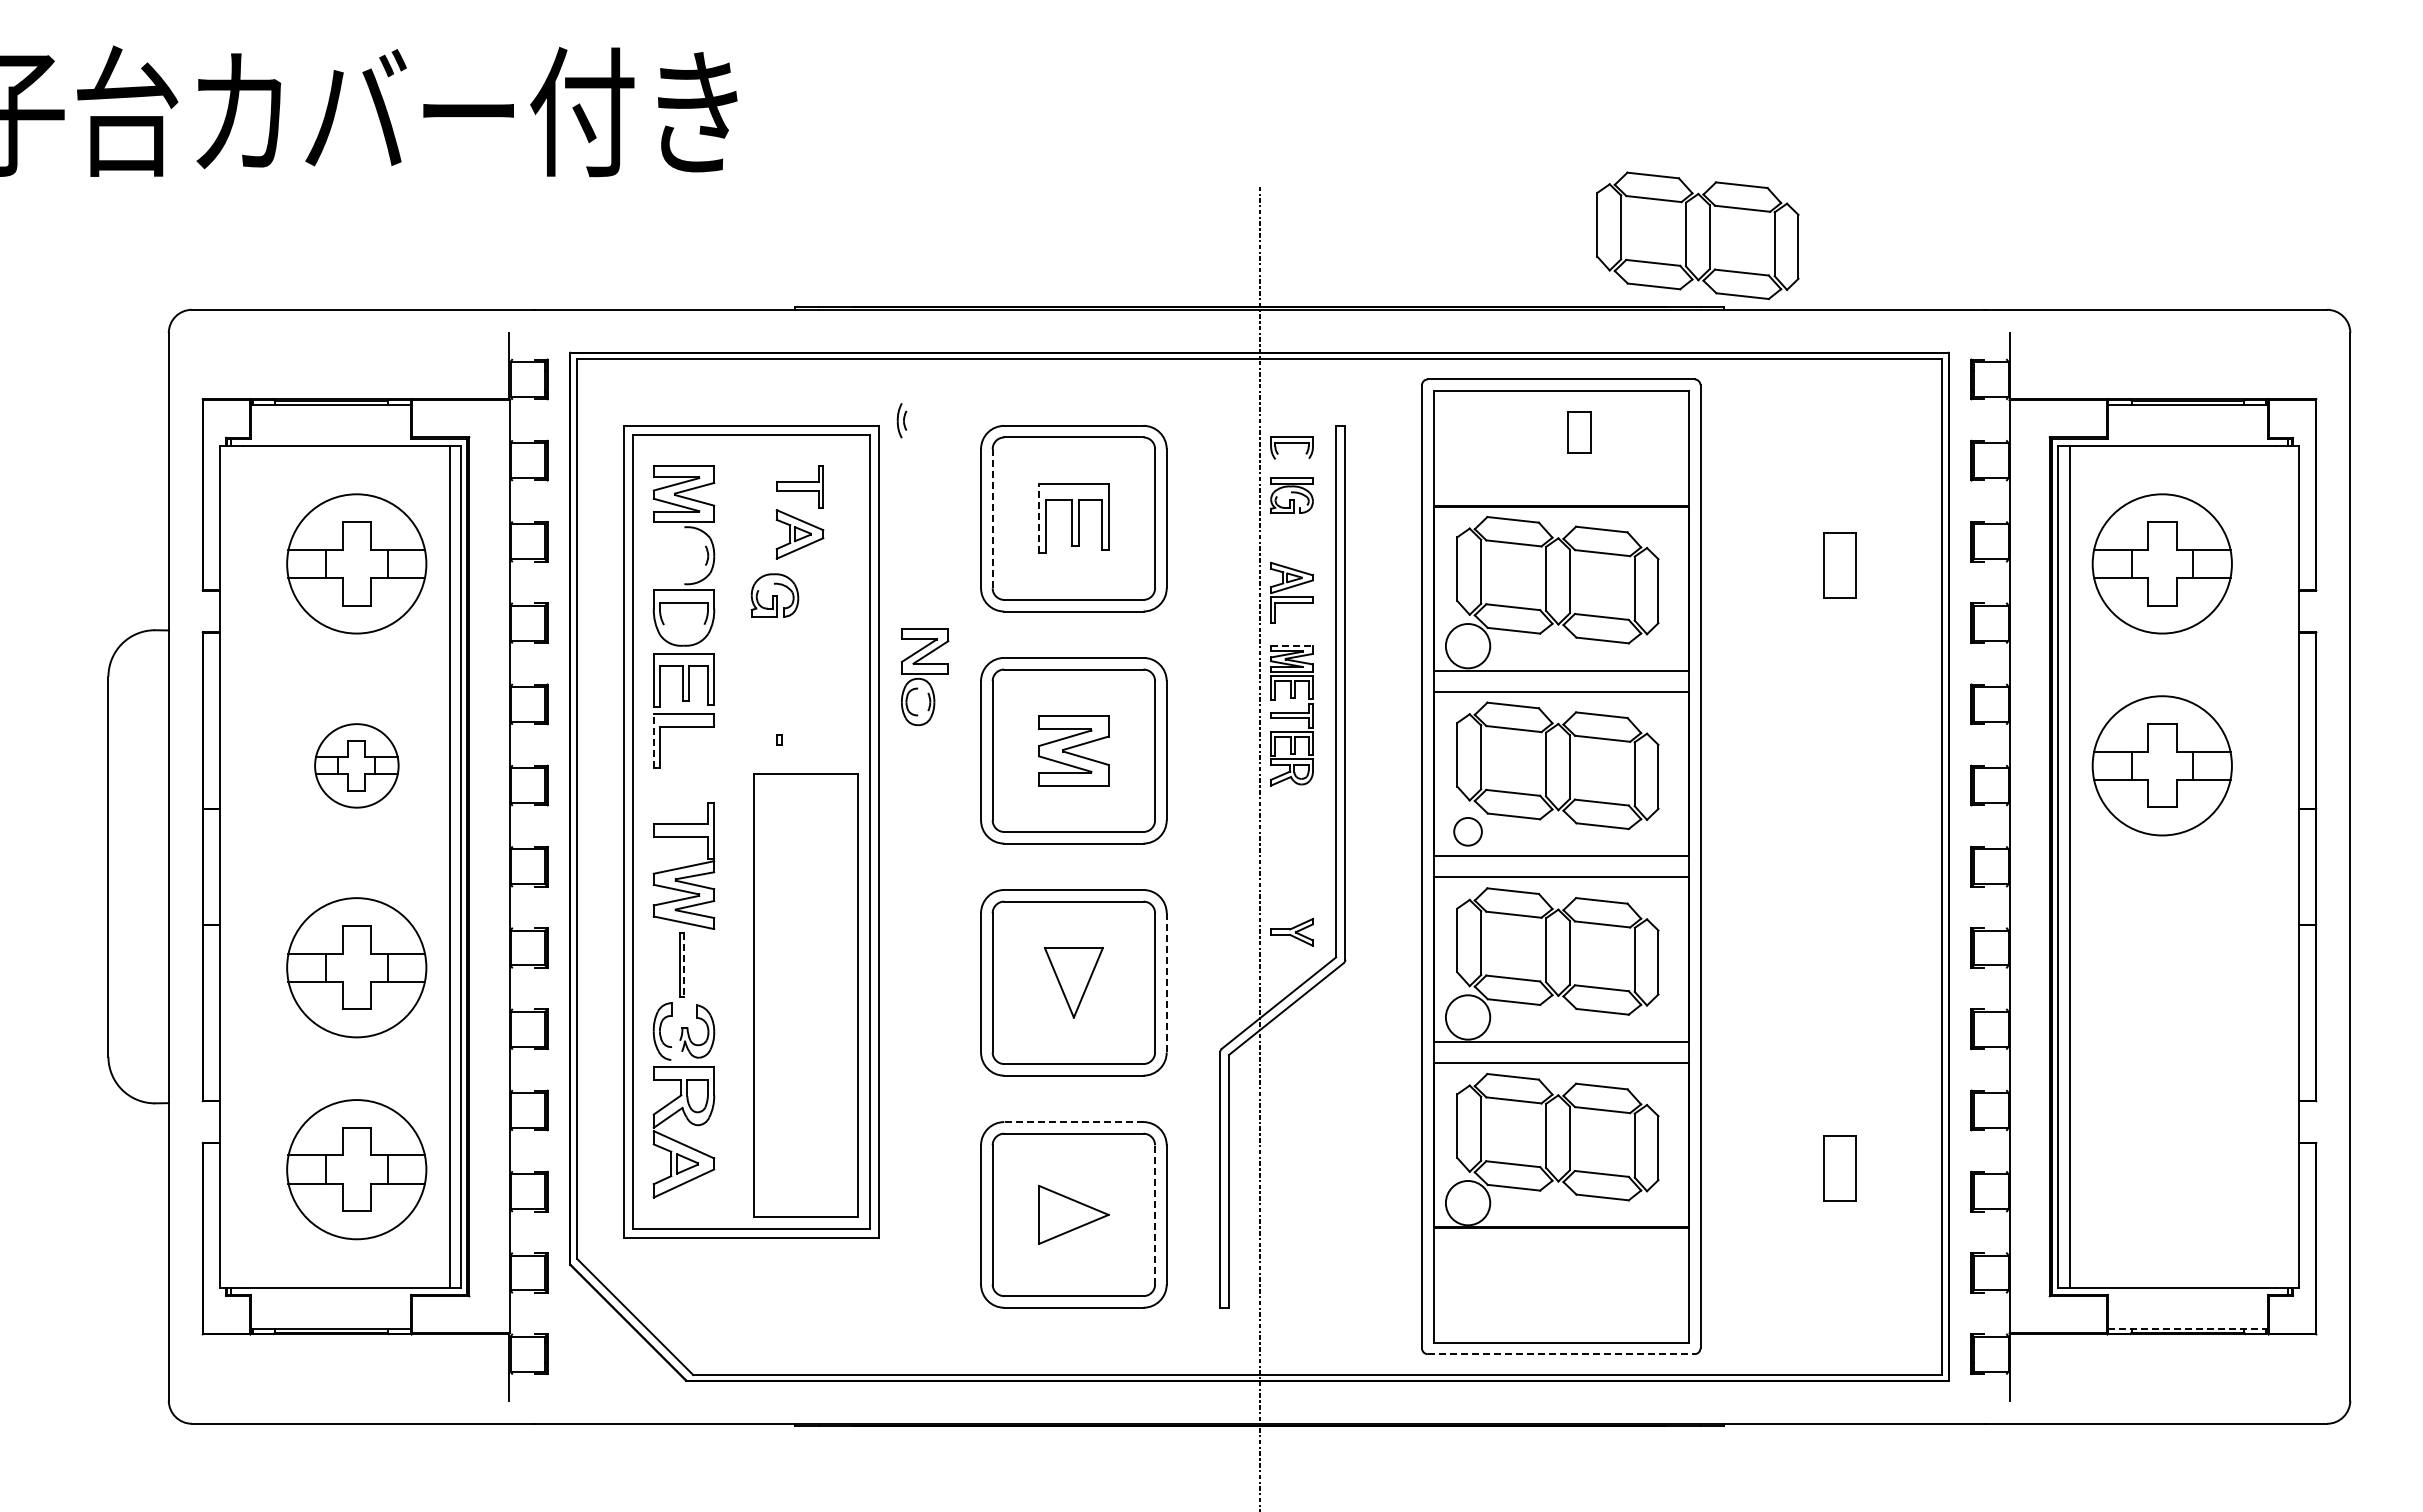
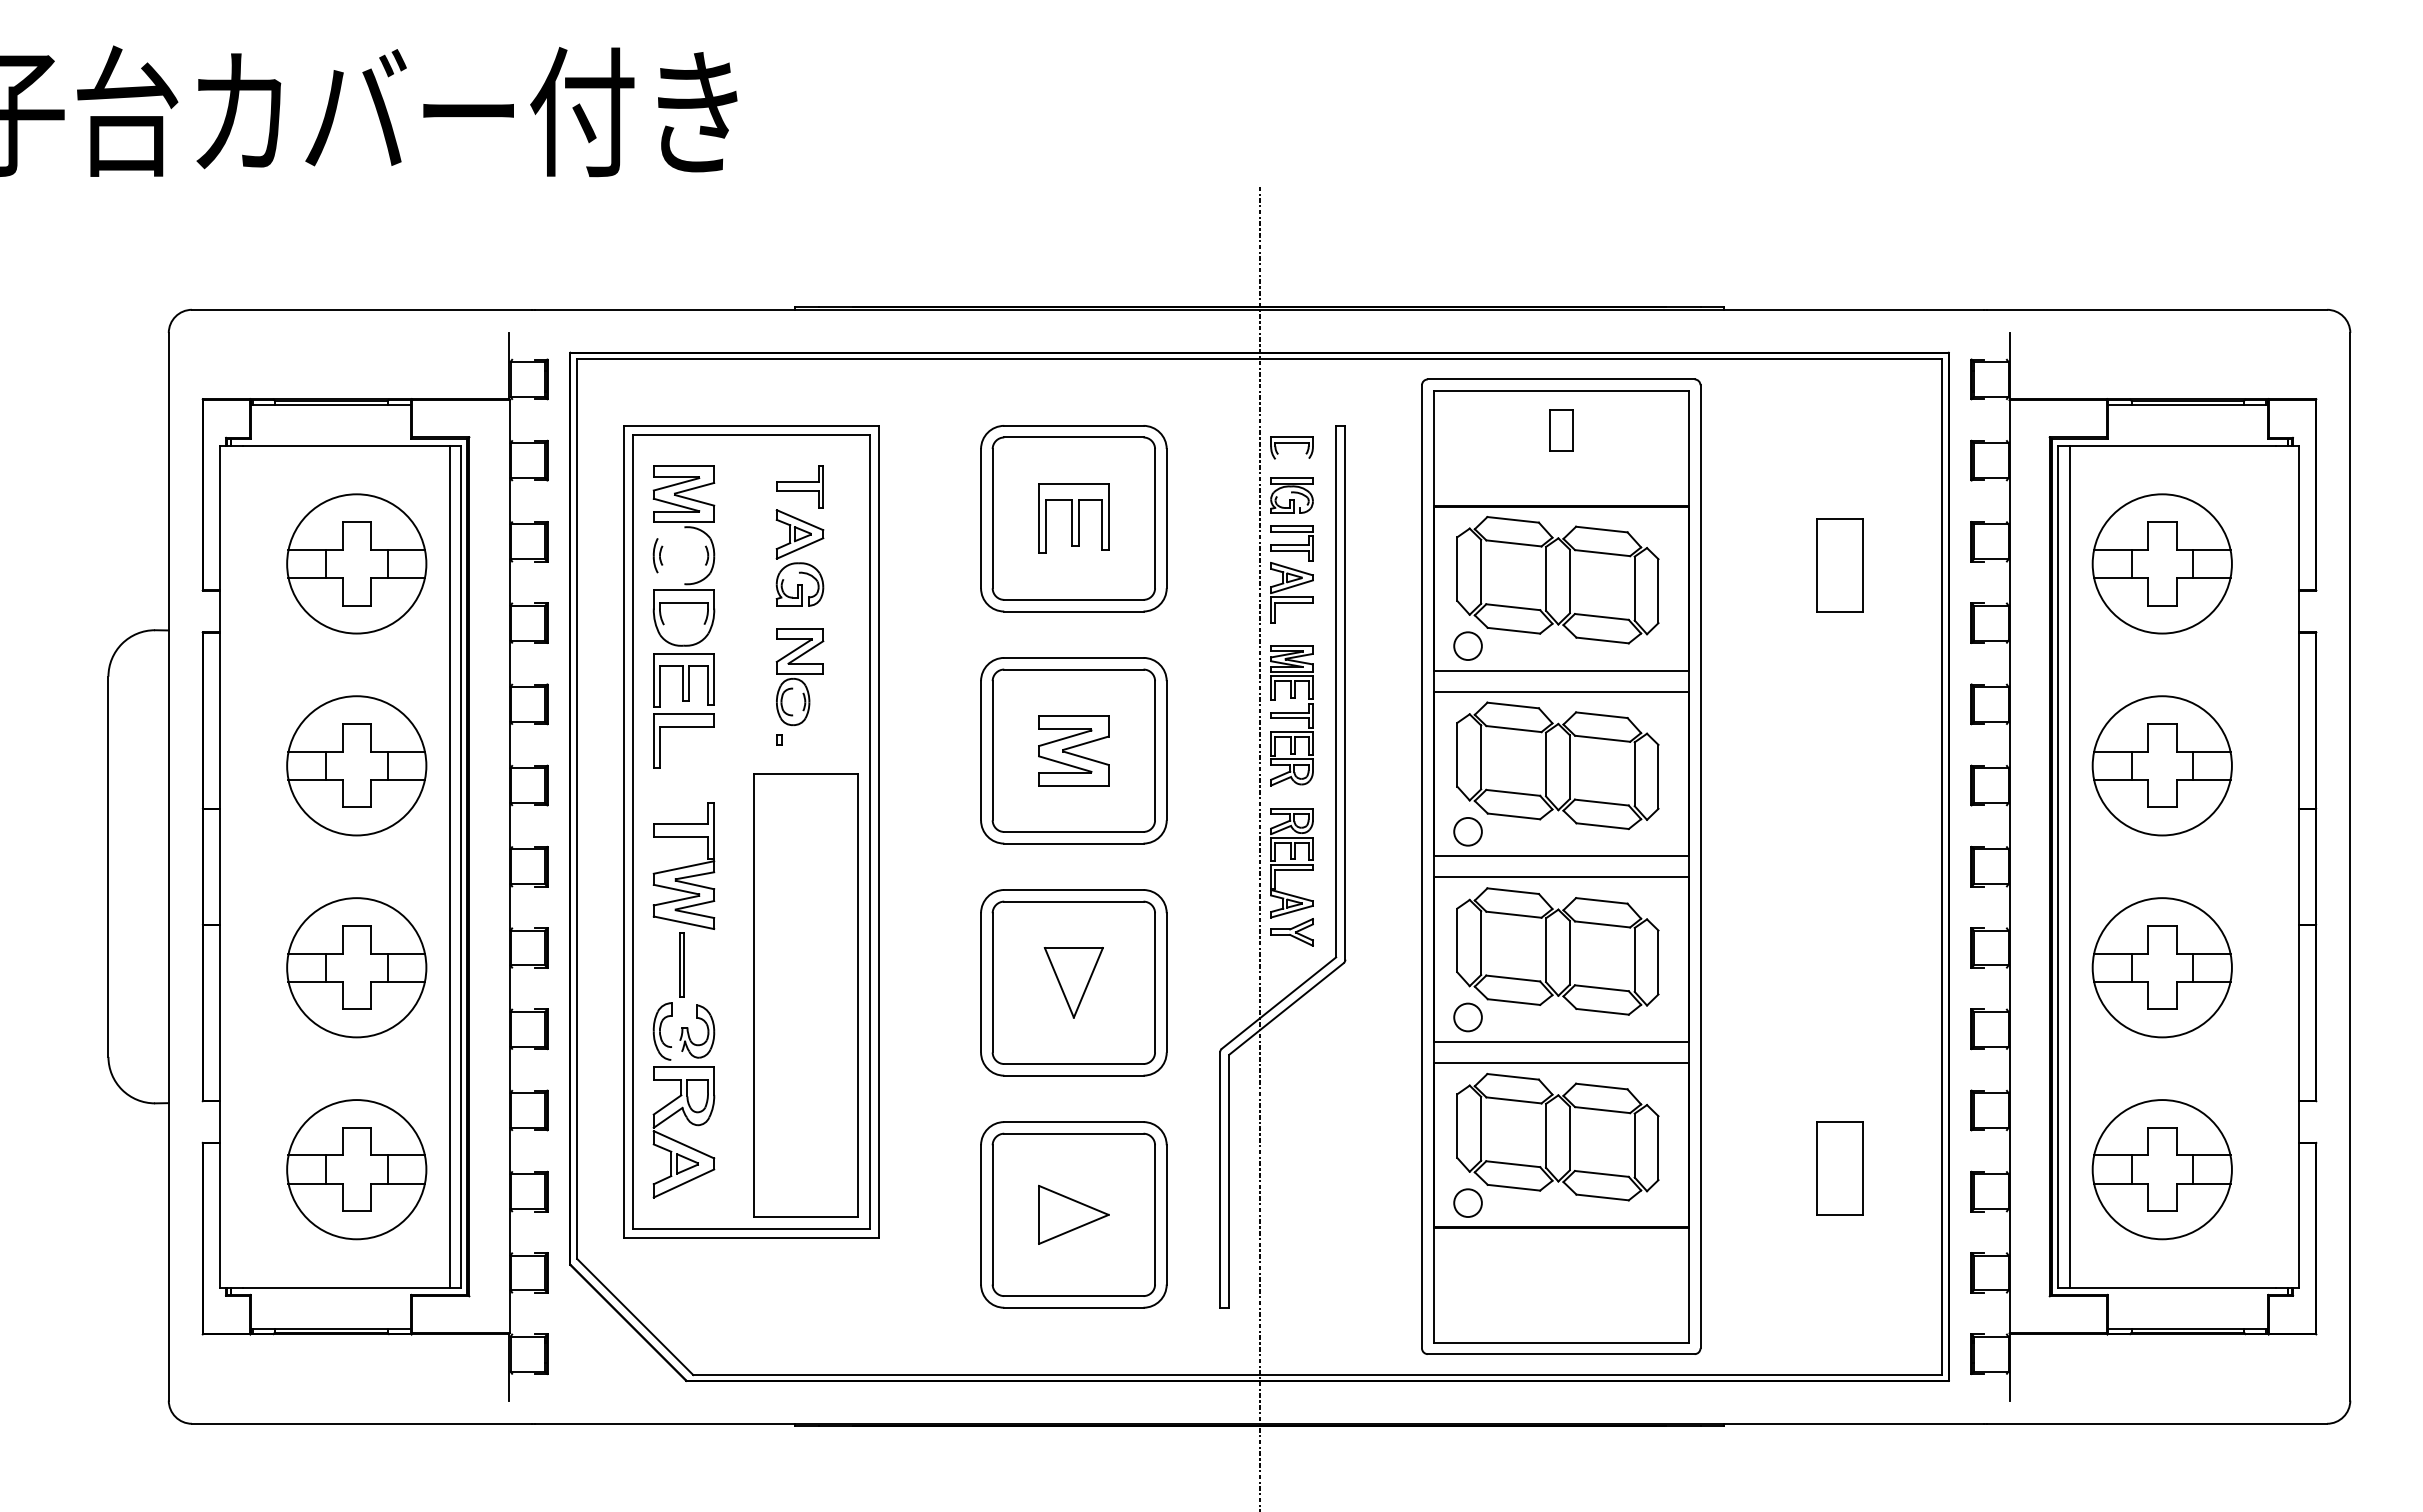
part at (1697, 235): present -> none
part at (901, 420) position: (901, 420) -> (657, 555)
part at (1579, 432) position: (1579, 432) -> (1561, 430)
line at (992, 518): dashed -> solid
line at (1039, 518): dashed -> solid
part at (1291, 543): none -> present
part at (1839, 565) size: 34x67 px -> 48x95 px
part at (774, 595) position: (774, 595) -> (799, 584)
line at (1292, 646): dashed -> solid
circle at (1467, 646) diameter: 44 px -> 28 px
part at (924, 676) position: (924, 676) -> (799, 676)
line at (653, 741): dashed -> solid
part at (356, 765) size: 86x86 px -> 142x142 px
part at (1291, 863): none -> present
line at (684, 964): dashed -> solid
part at (2161, 967): none -> present
line at (1166, 982): dashed -> solid
circle at (1467, 1017) diameter: 44 px -> 28 px
line at (1073, 1122): dashed -> solid
part at (1839, 1168) size: 34x67 px -> 48x95 px
part at (2161, 1169): none -> present
circle at (1467, 1202) diameter: 44 px -> 28 px
line at (1155, 1214): dashed -> solid
line at (2188, 1328): dashed -> solid
line at (1561, 1354): dashed -> solid
